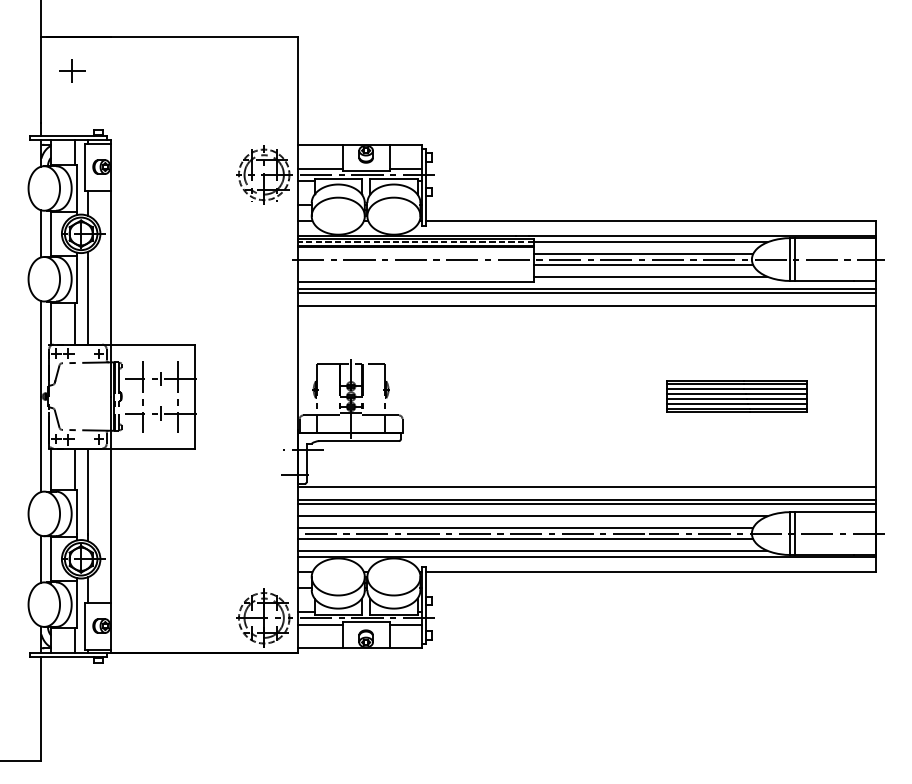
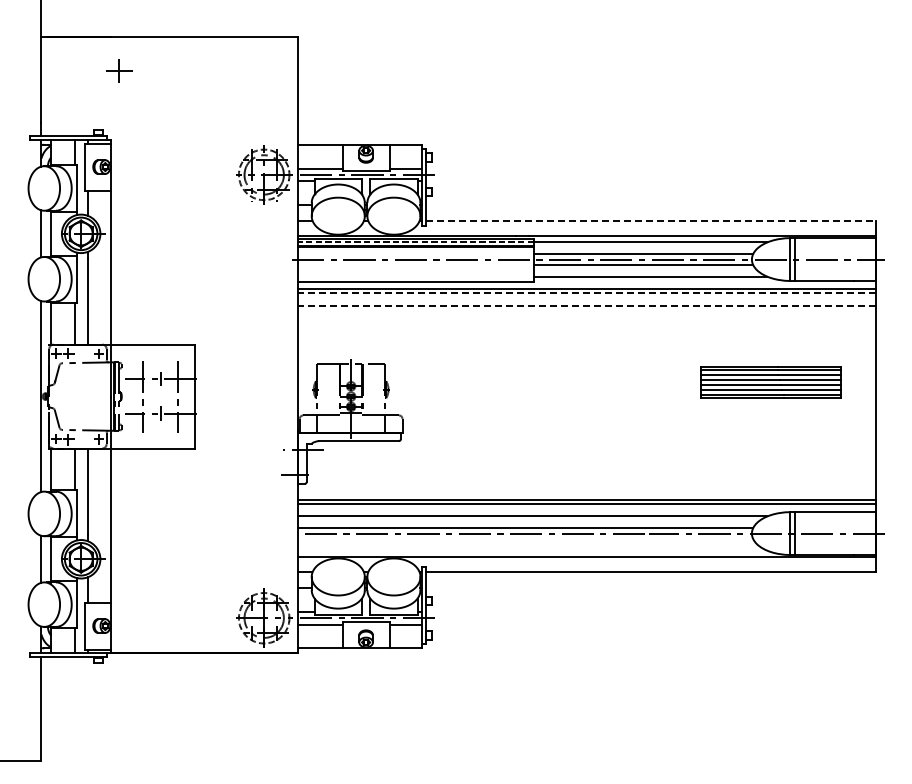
part at (72, 70) position: (72, 70) -> (119, 70)
line at (651, 221): solid -> dashed
line at (586, 293): solid -> dashed
line at (586, 306): solid -> dashed
part at (736, 396) position: (736, 396) -> (770, 382)
line at (587, 486): present -> none
line at (525, 538): present -> none
line at (532, 550): present -> none
